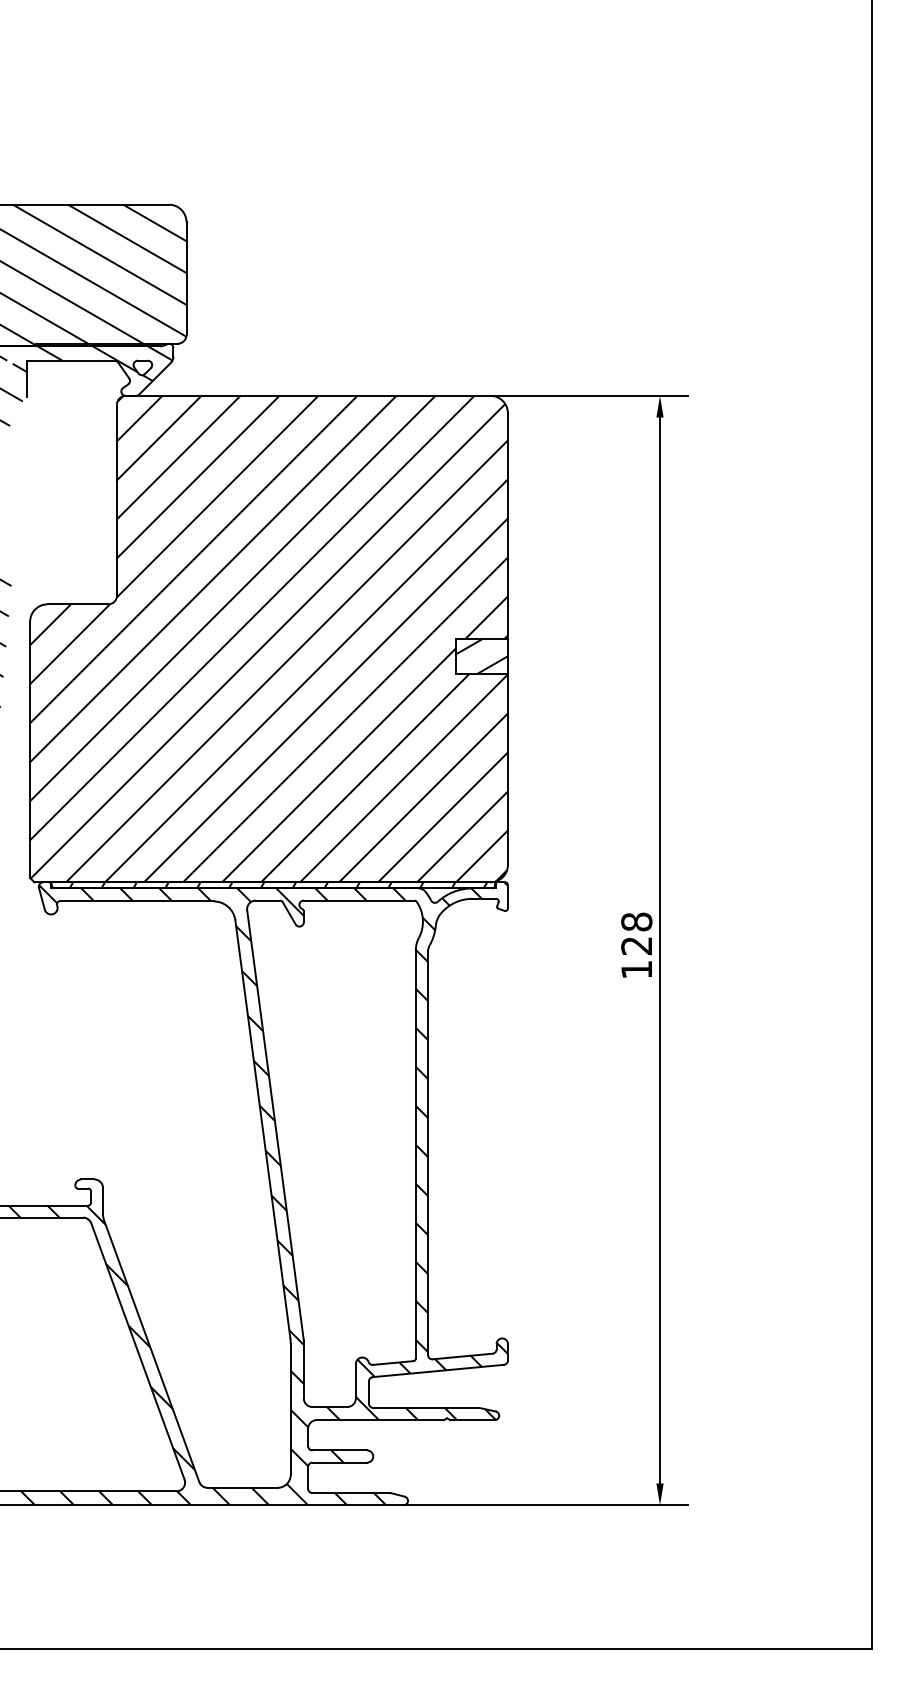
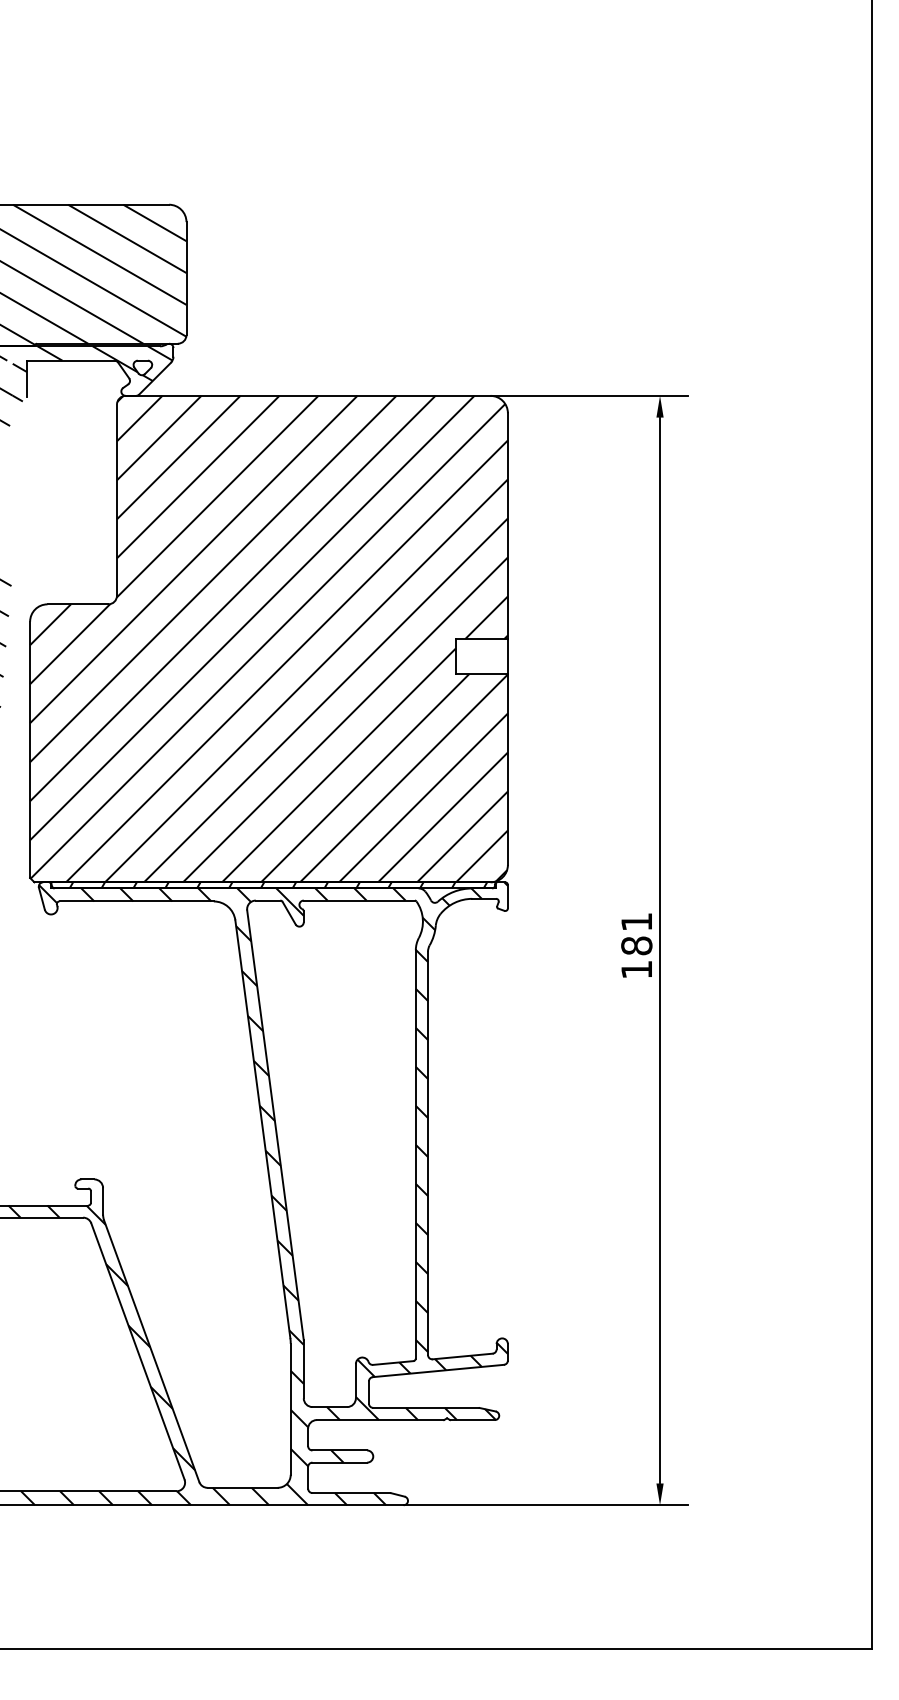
hatch at (481, 656): present -> none
text at (636, 933): 128 -> 181
